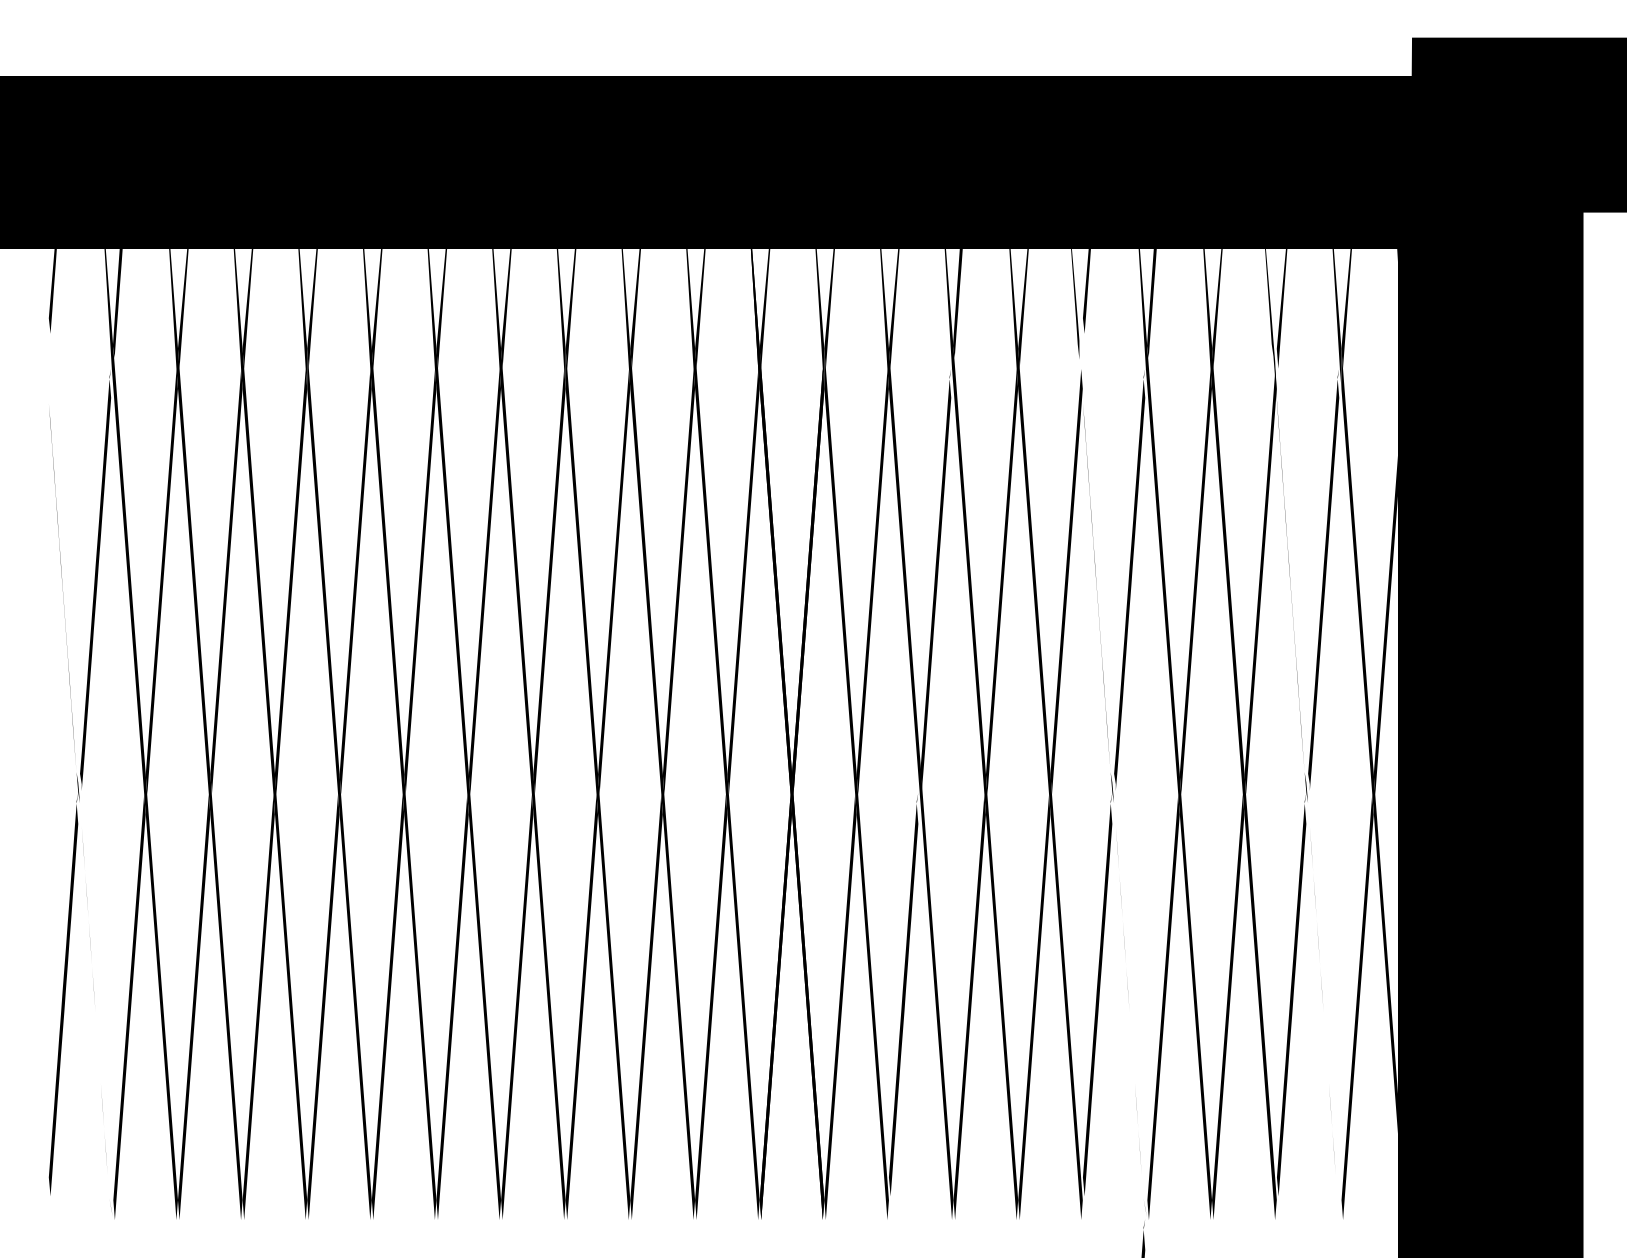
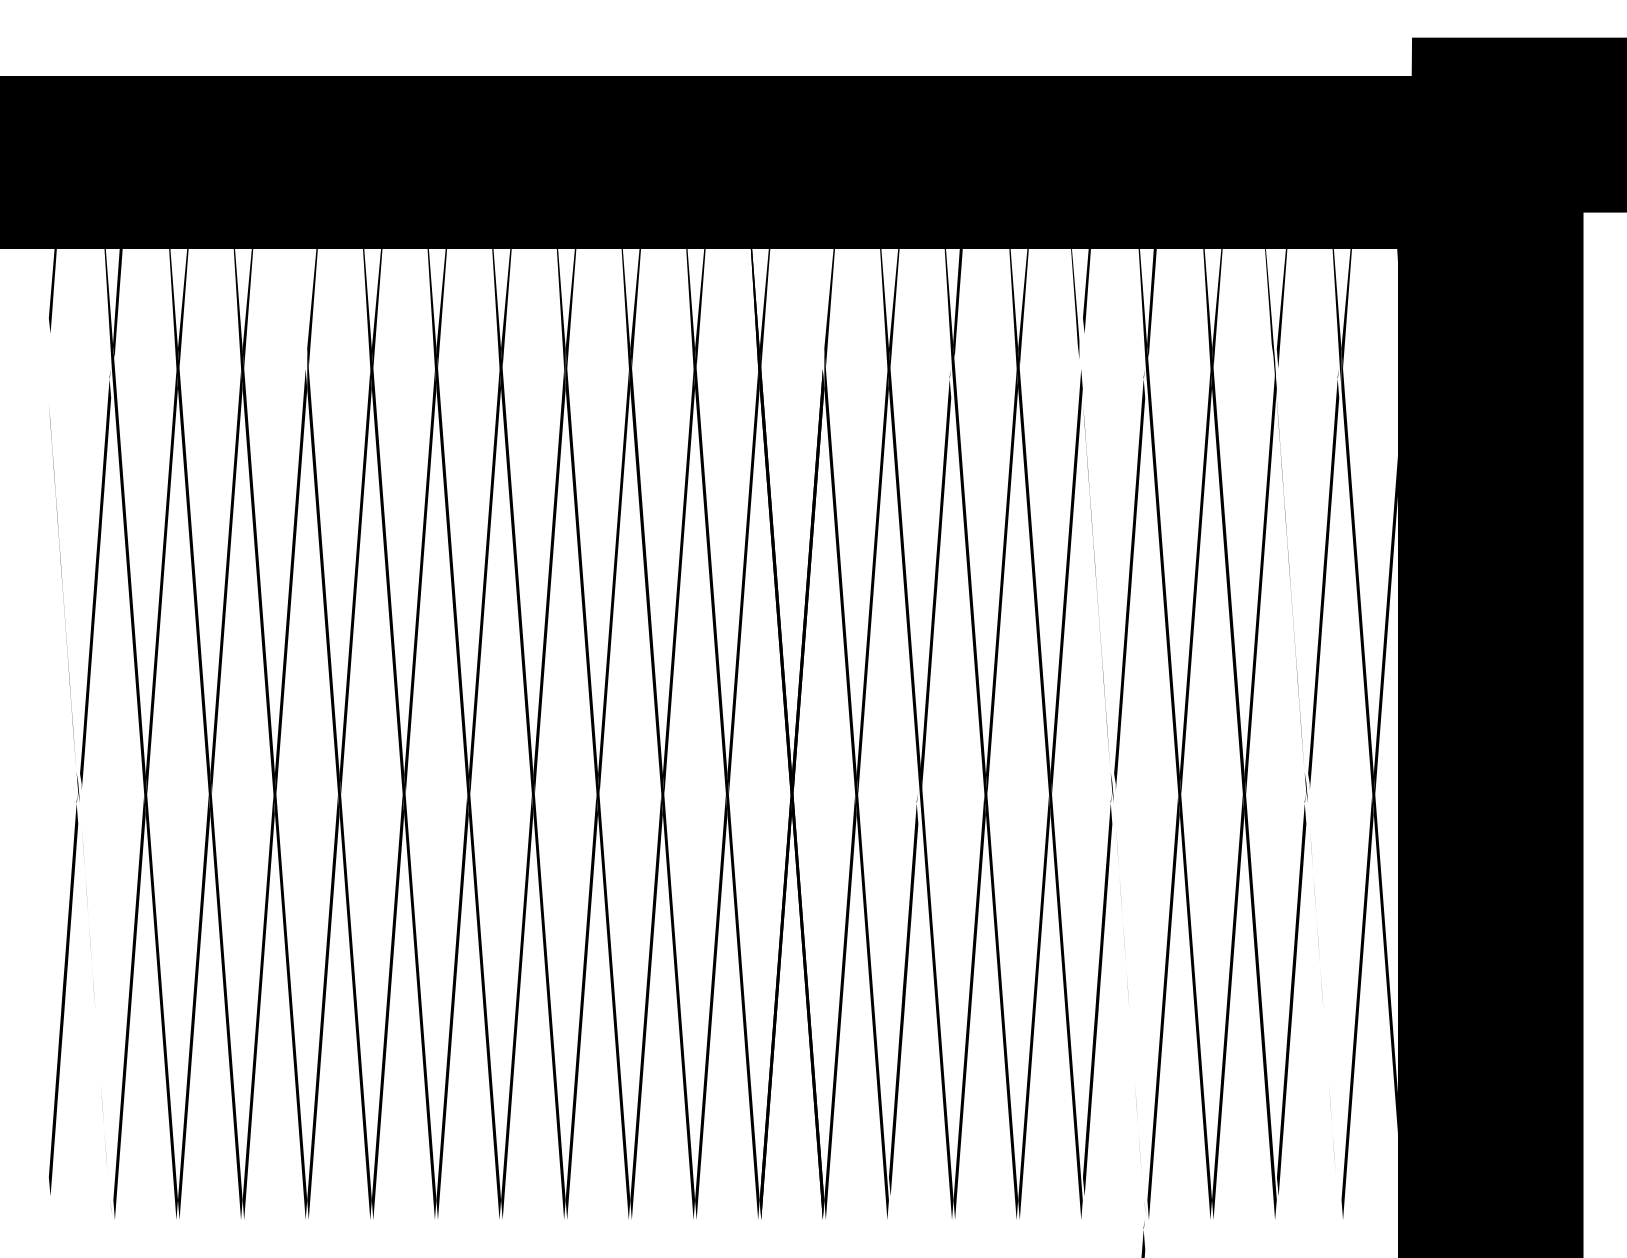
fill at (300, 275): present -> none
fill at (817, 275): present -> none
